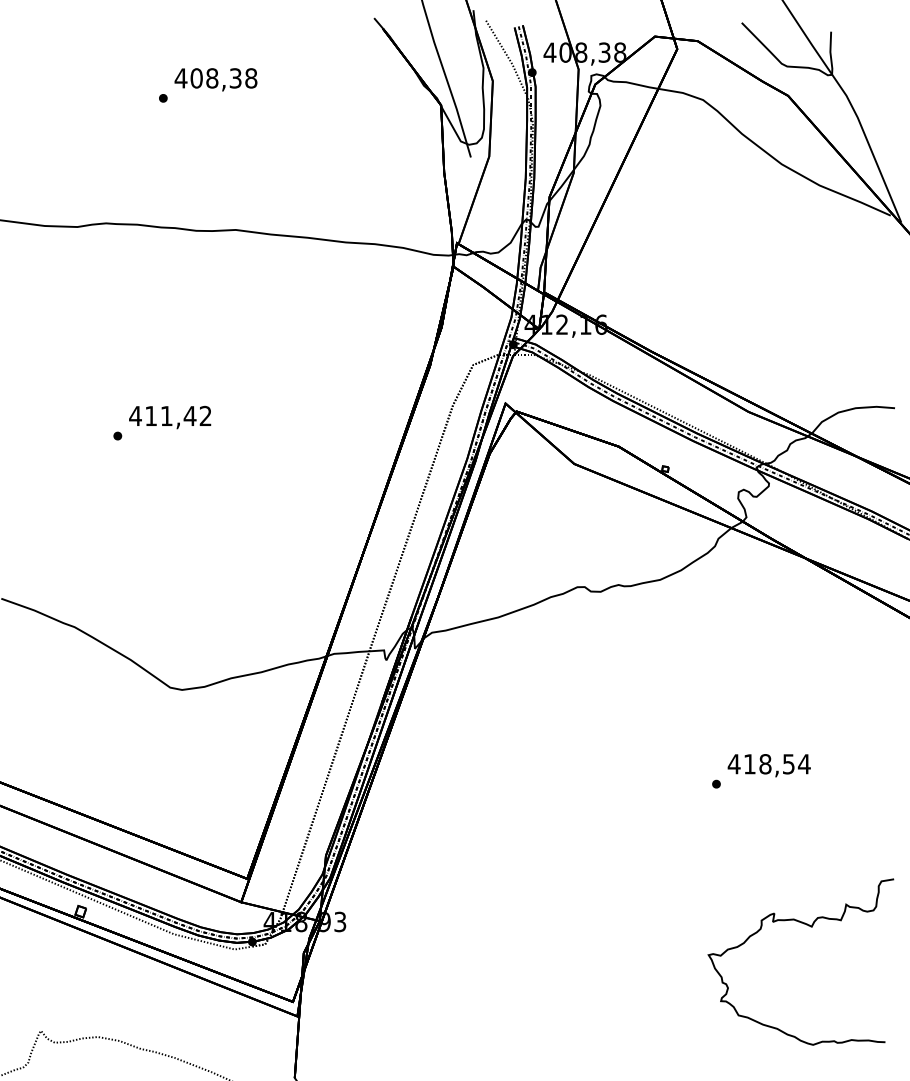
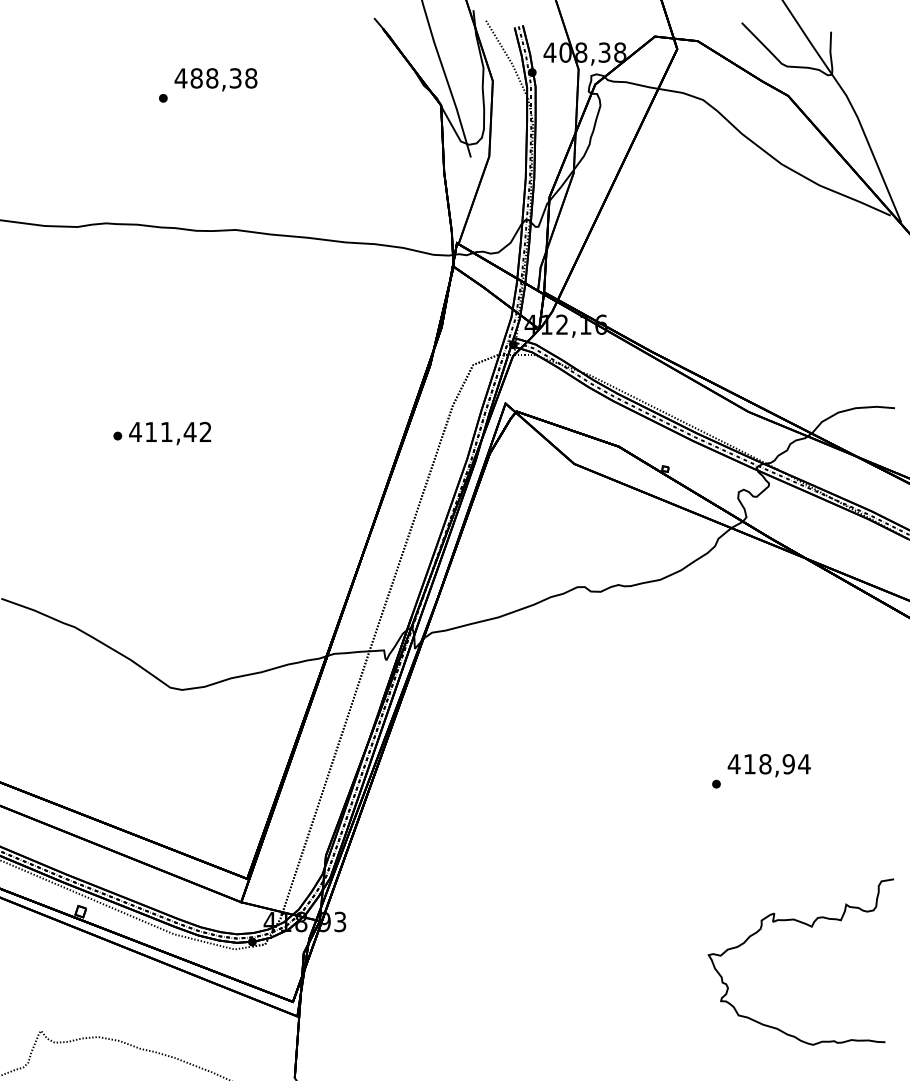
text at (196, 78): 408,38 -> 488,38
text at (170, 417) position: (170, 417) -> (170, 433)
text at (788, 764): 418,54 -> 418,94
